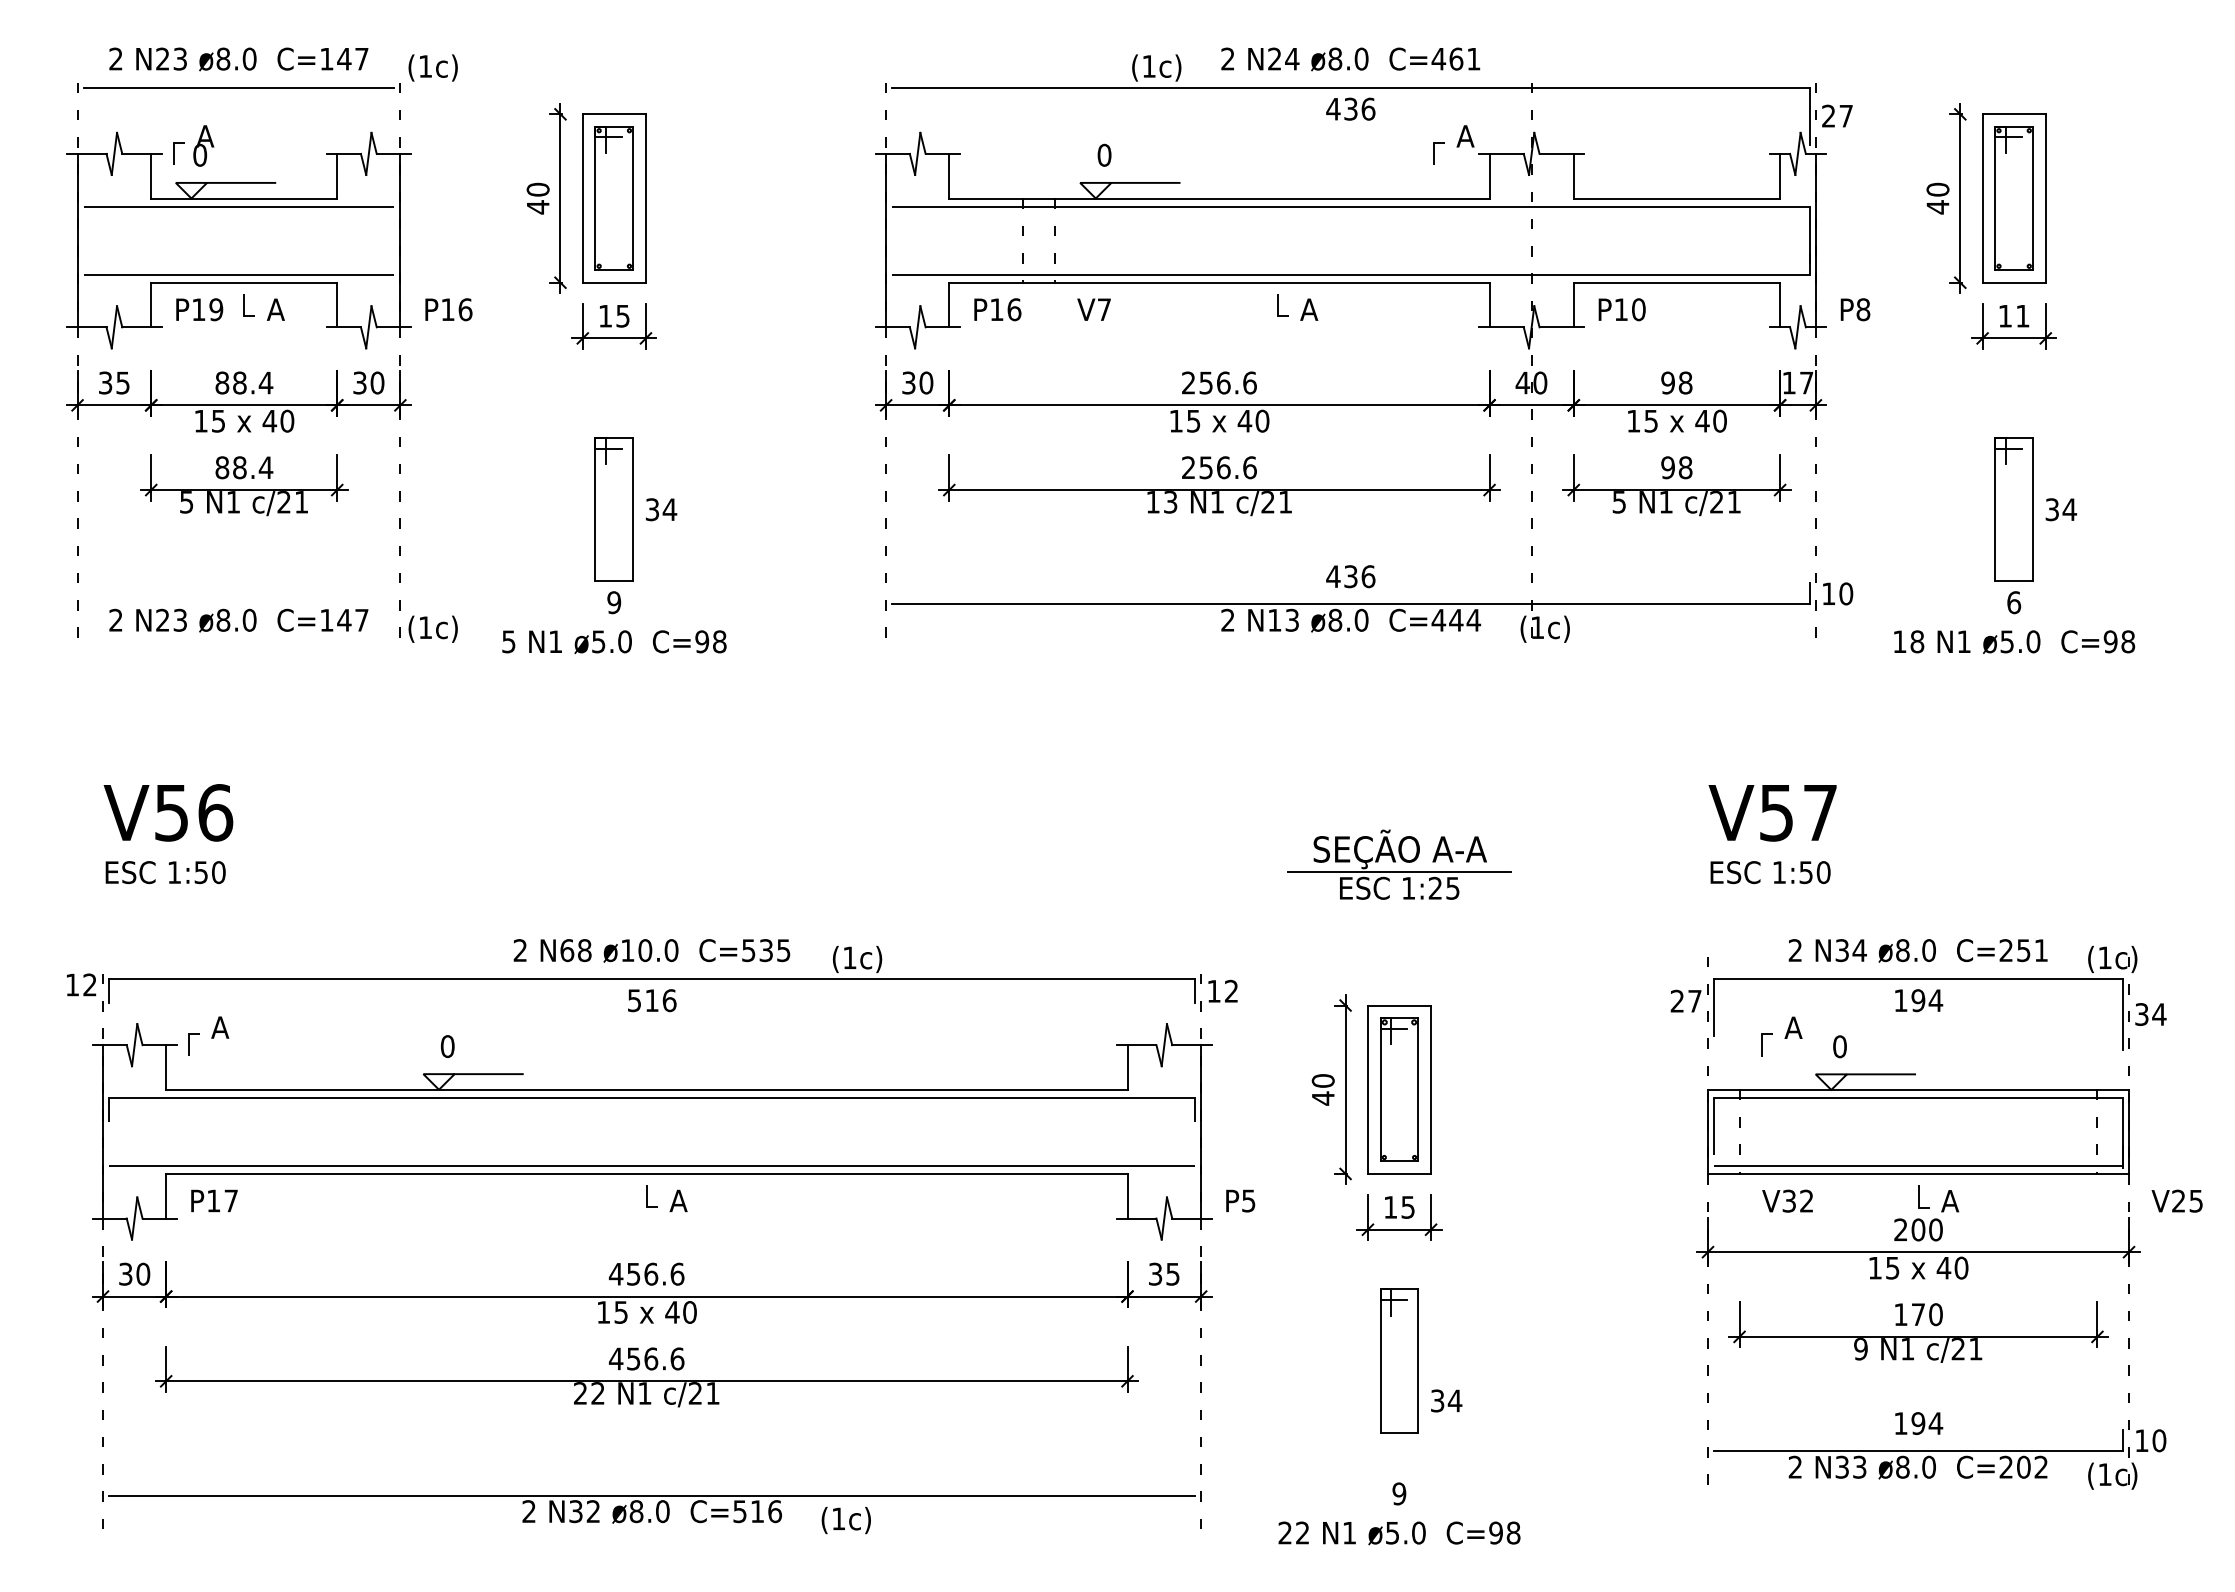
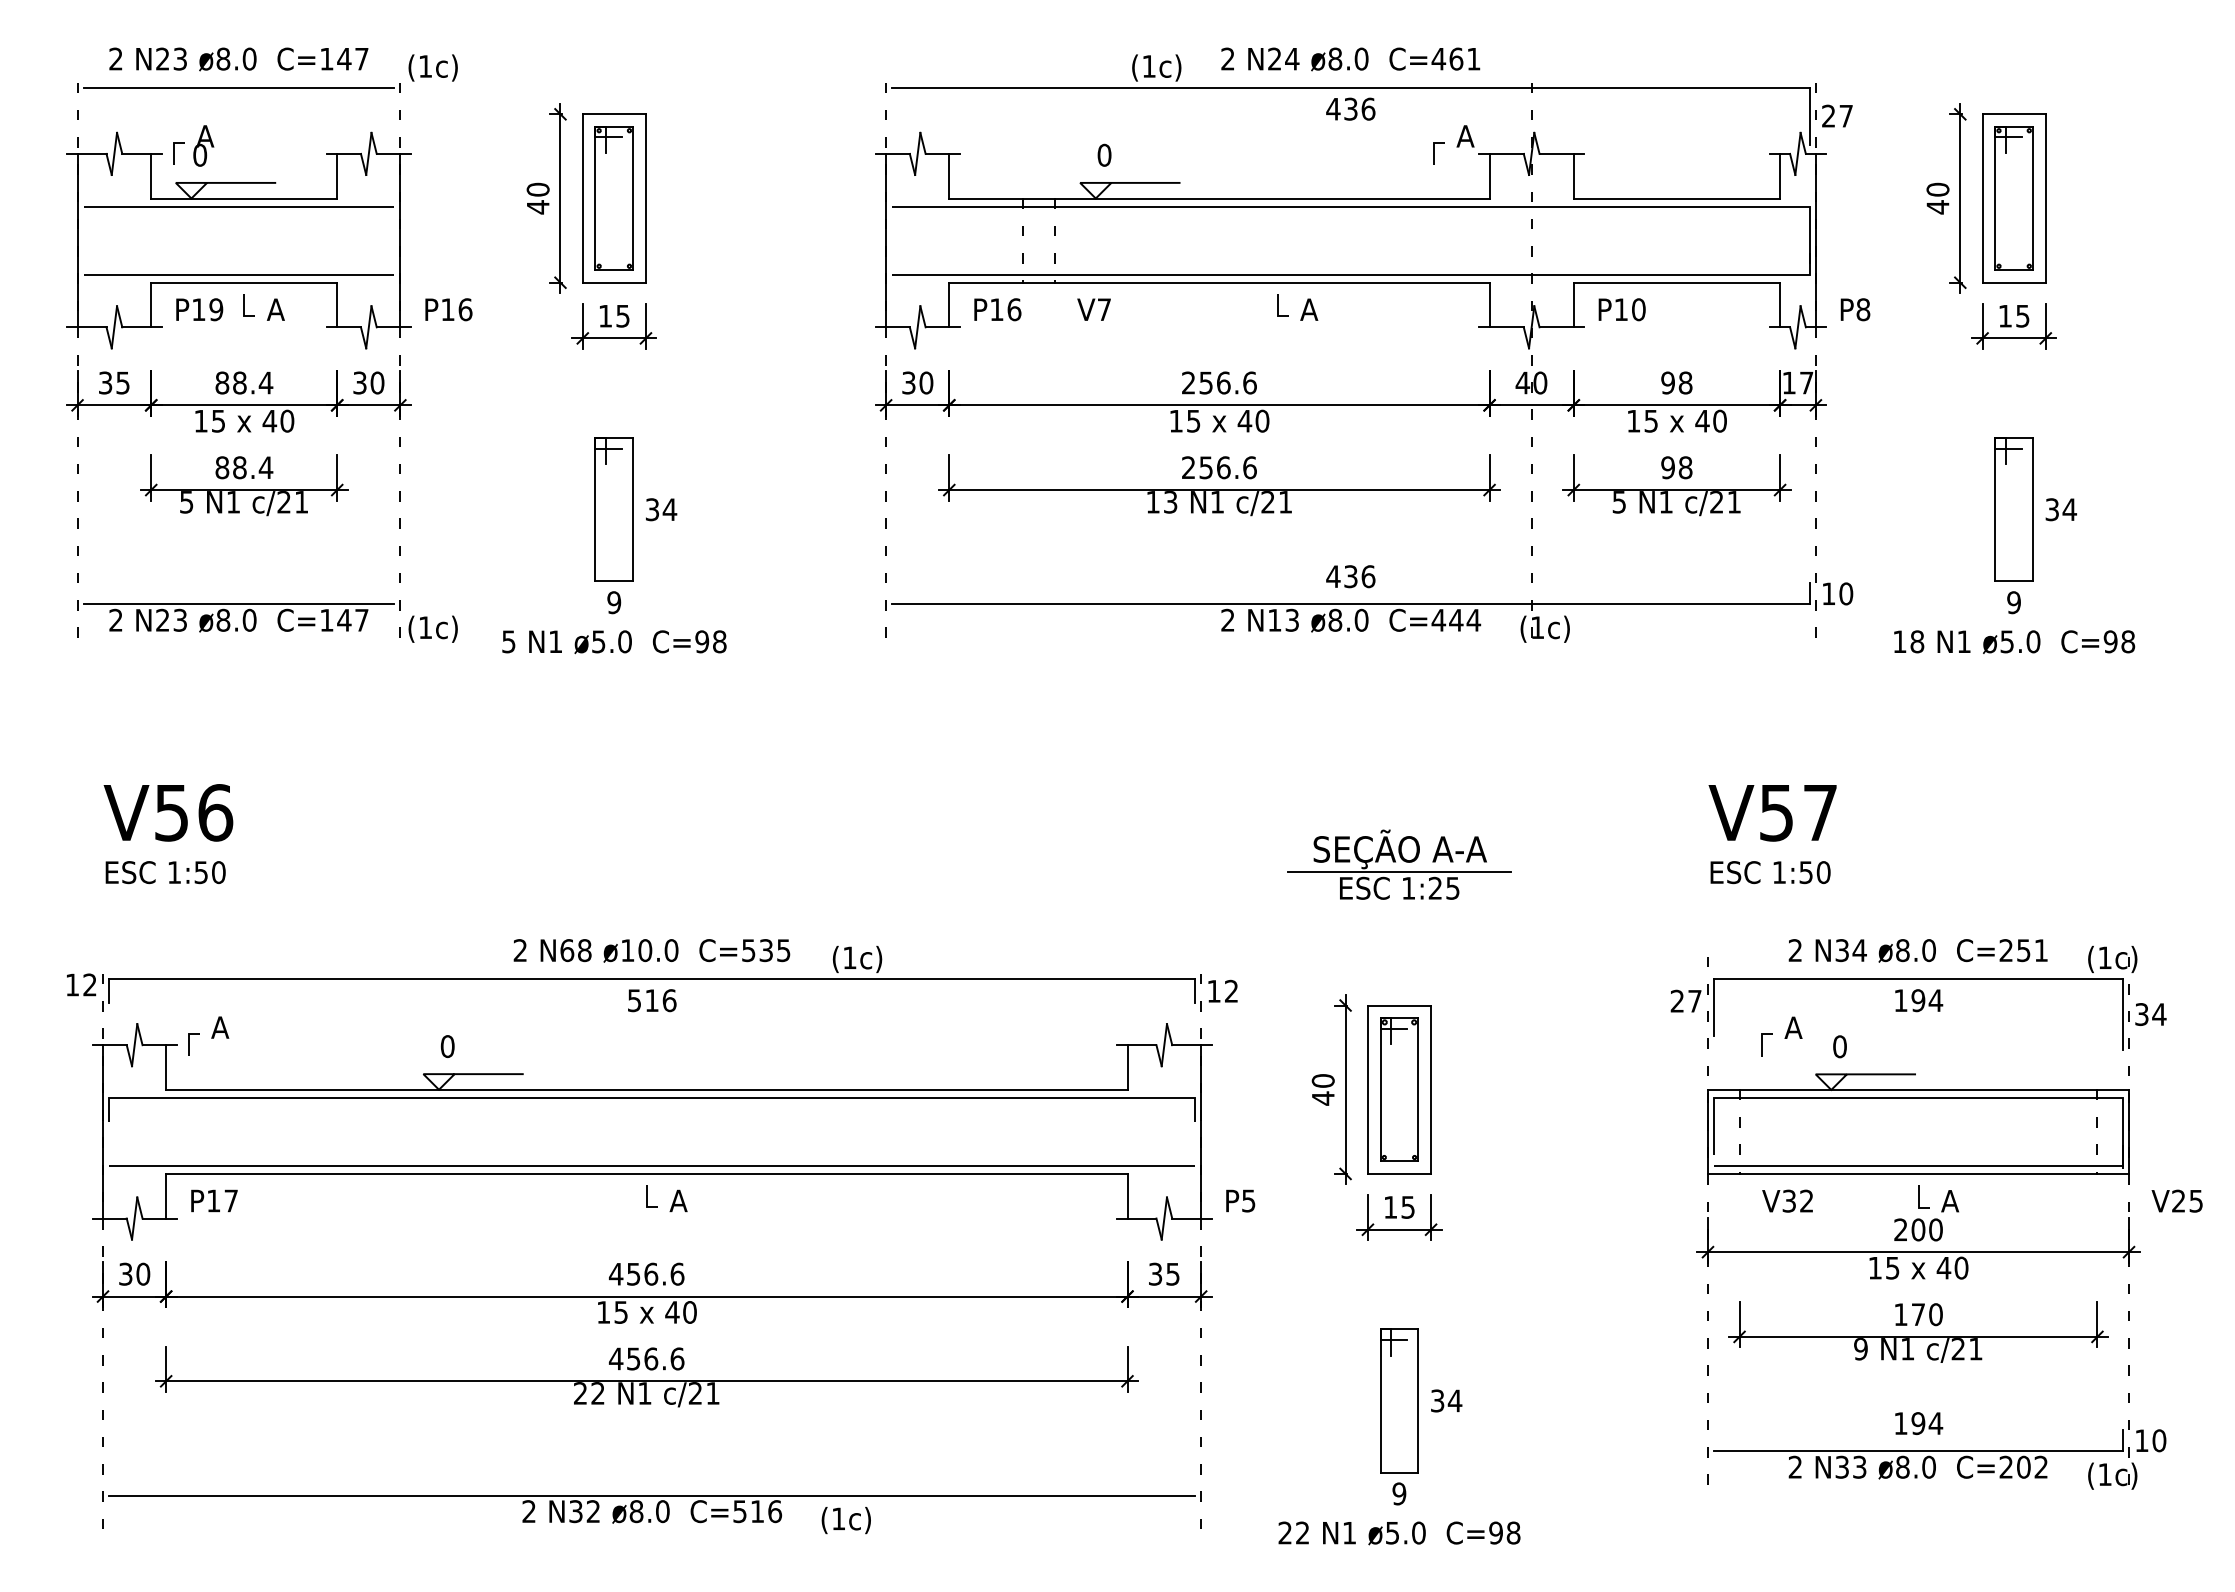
text at (2022, 316): 11 -> 15
text at (2014, 602): 6 -> 9
line at (238, 604): none -> present
part at (1399, 1360) position: (1399, 1360) -> (1399, 1400)
